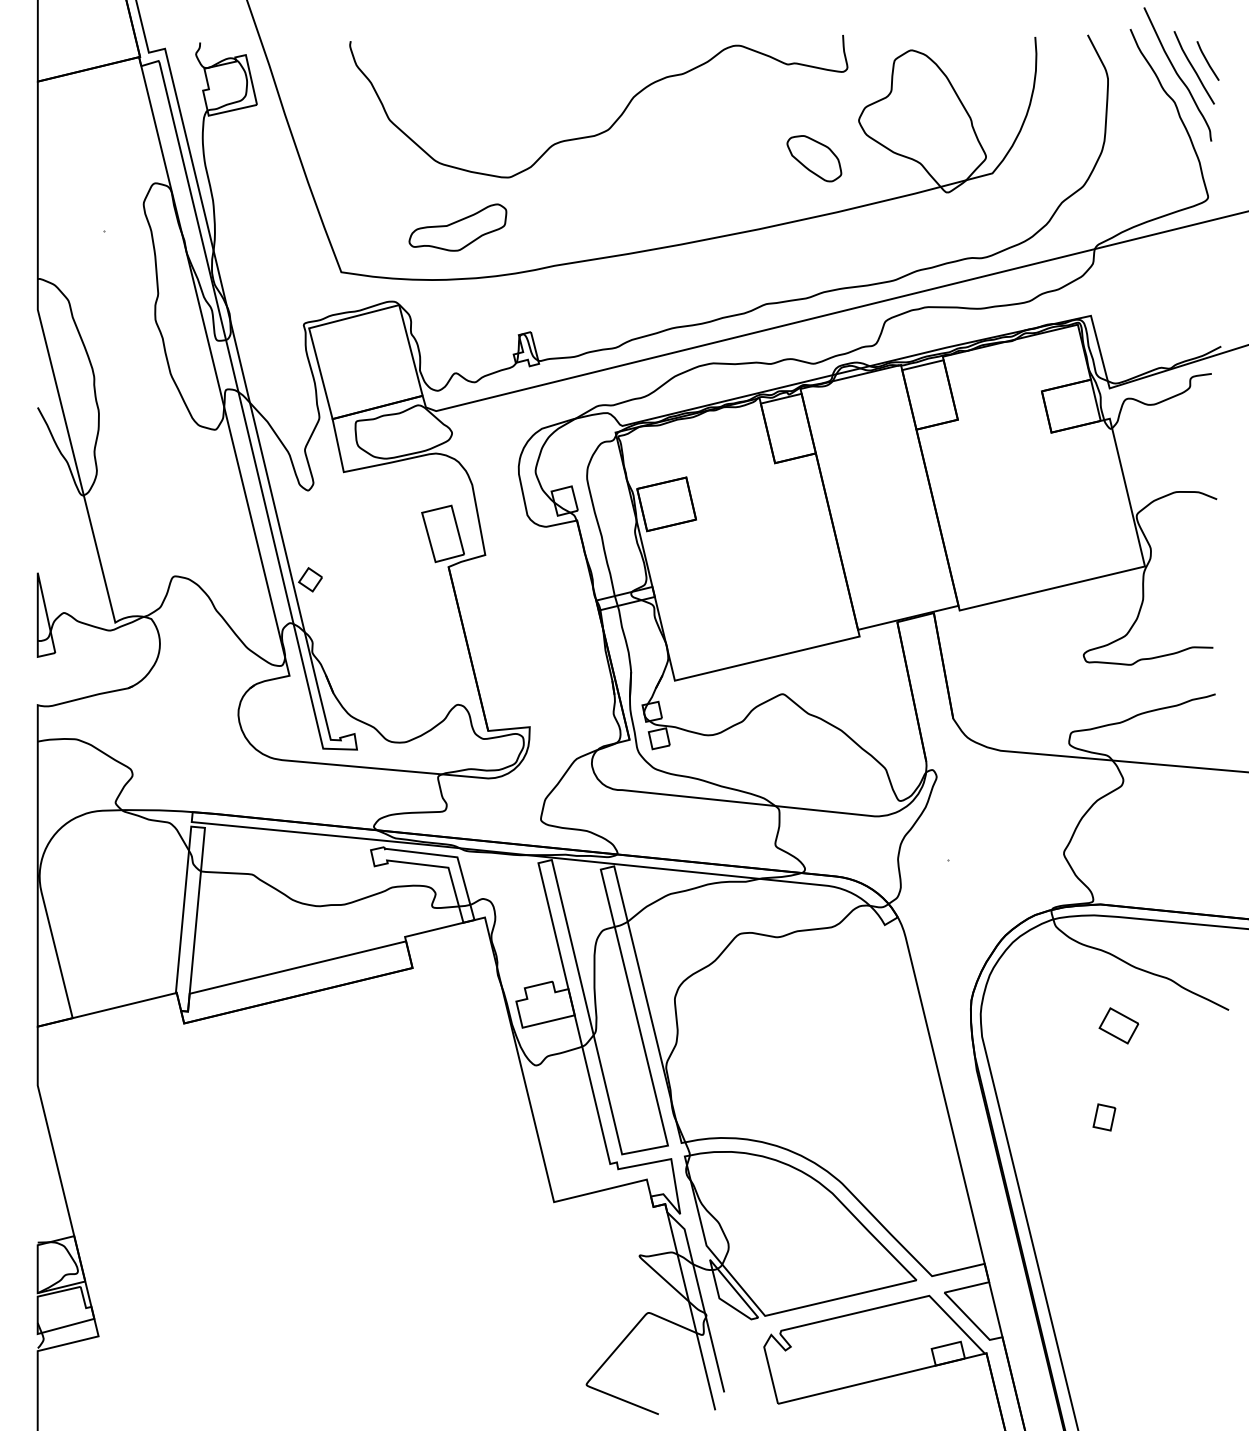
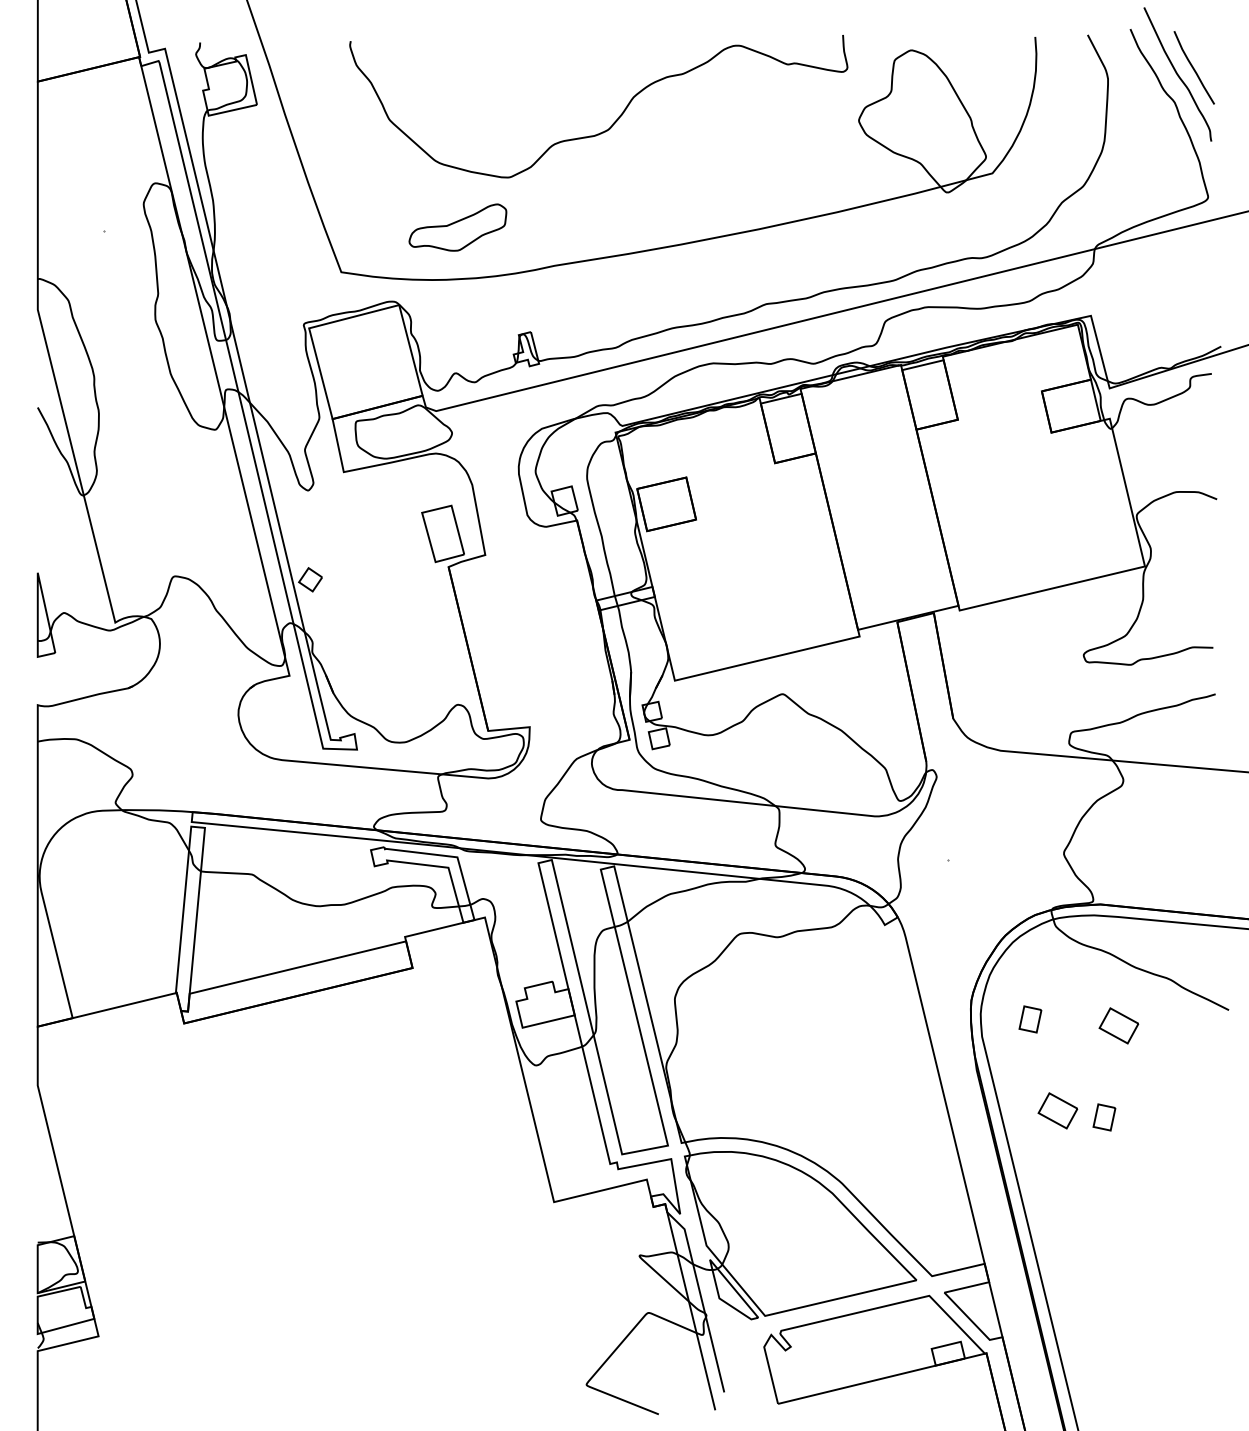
line at (1207, 60): present -> none
part at (814, 158): present -> none
part at (1030, 1019): none -> present
part at (1057, 1110): none -> present
